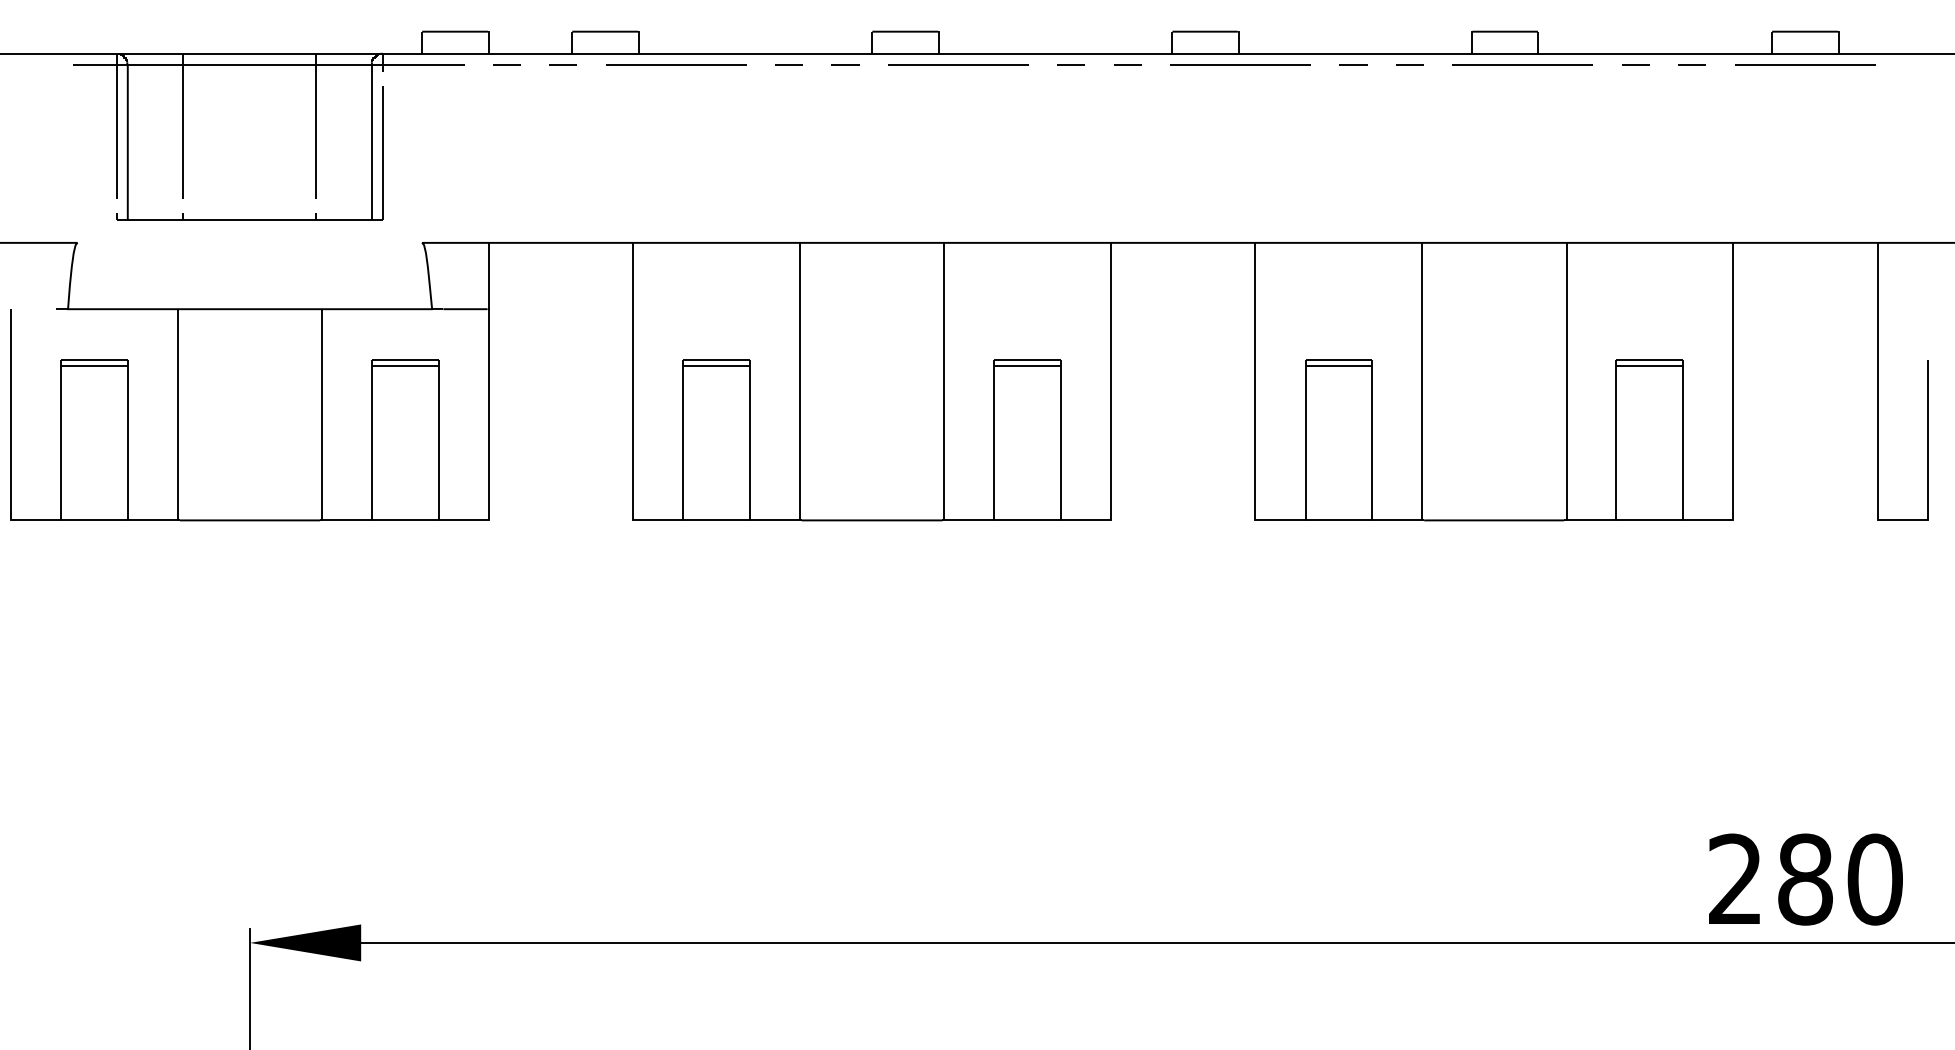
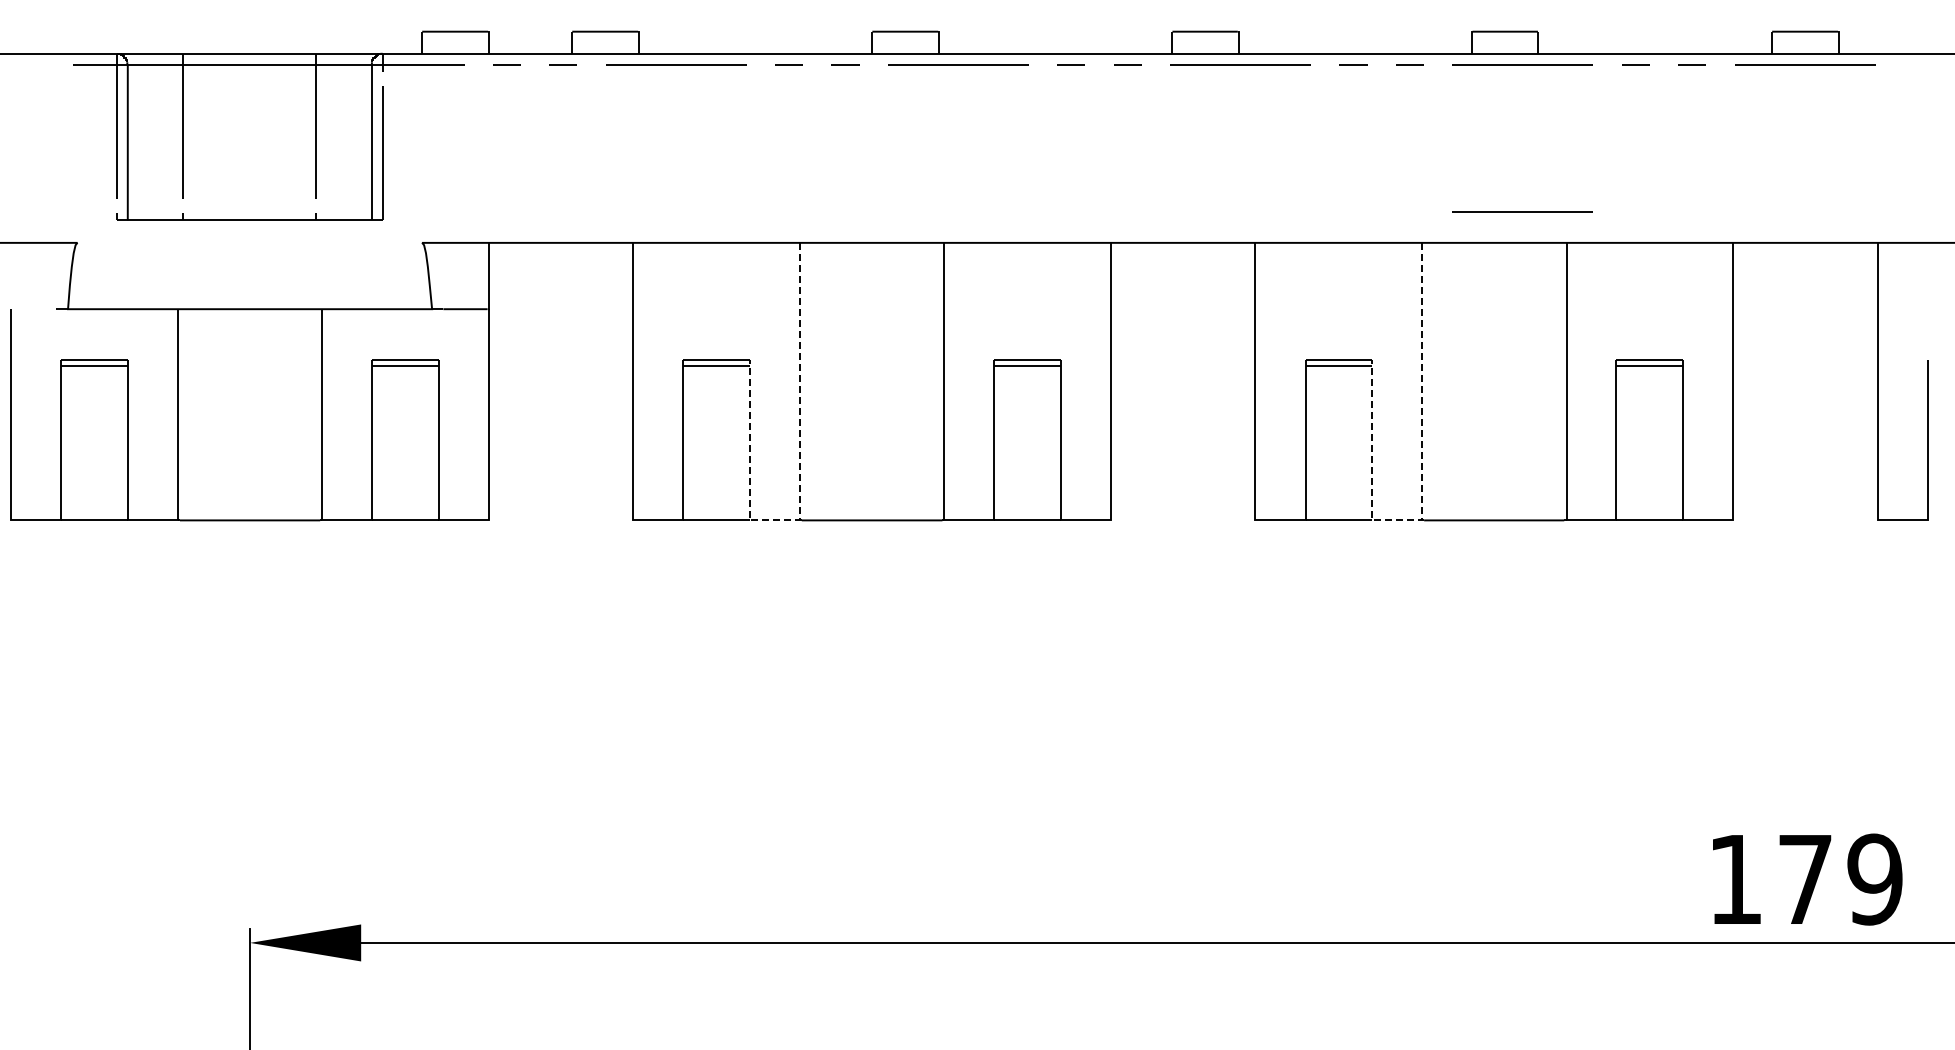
line at (1522, 211): none -> present
line at (799, 488): solid -> dashed
line at (1422, 488): solid -> dashed
text at (1805, 879): 280 -> 179
